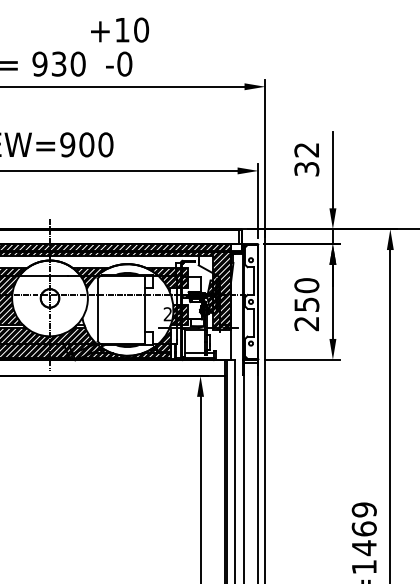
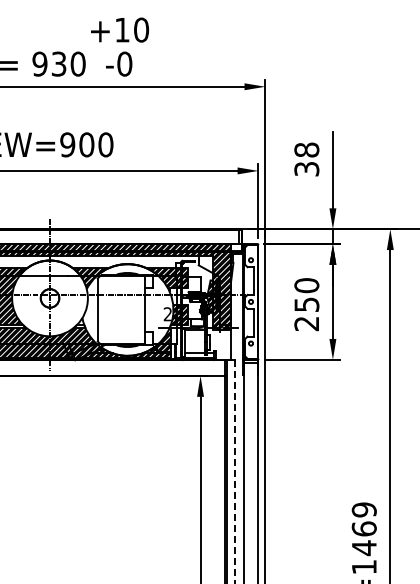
text at (306, 149): 32 -> 38
line at (235, 472): solid -> dashed
